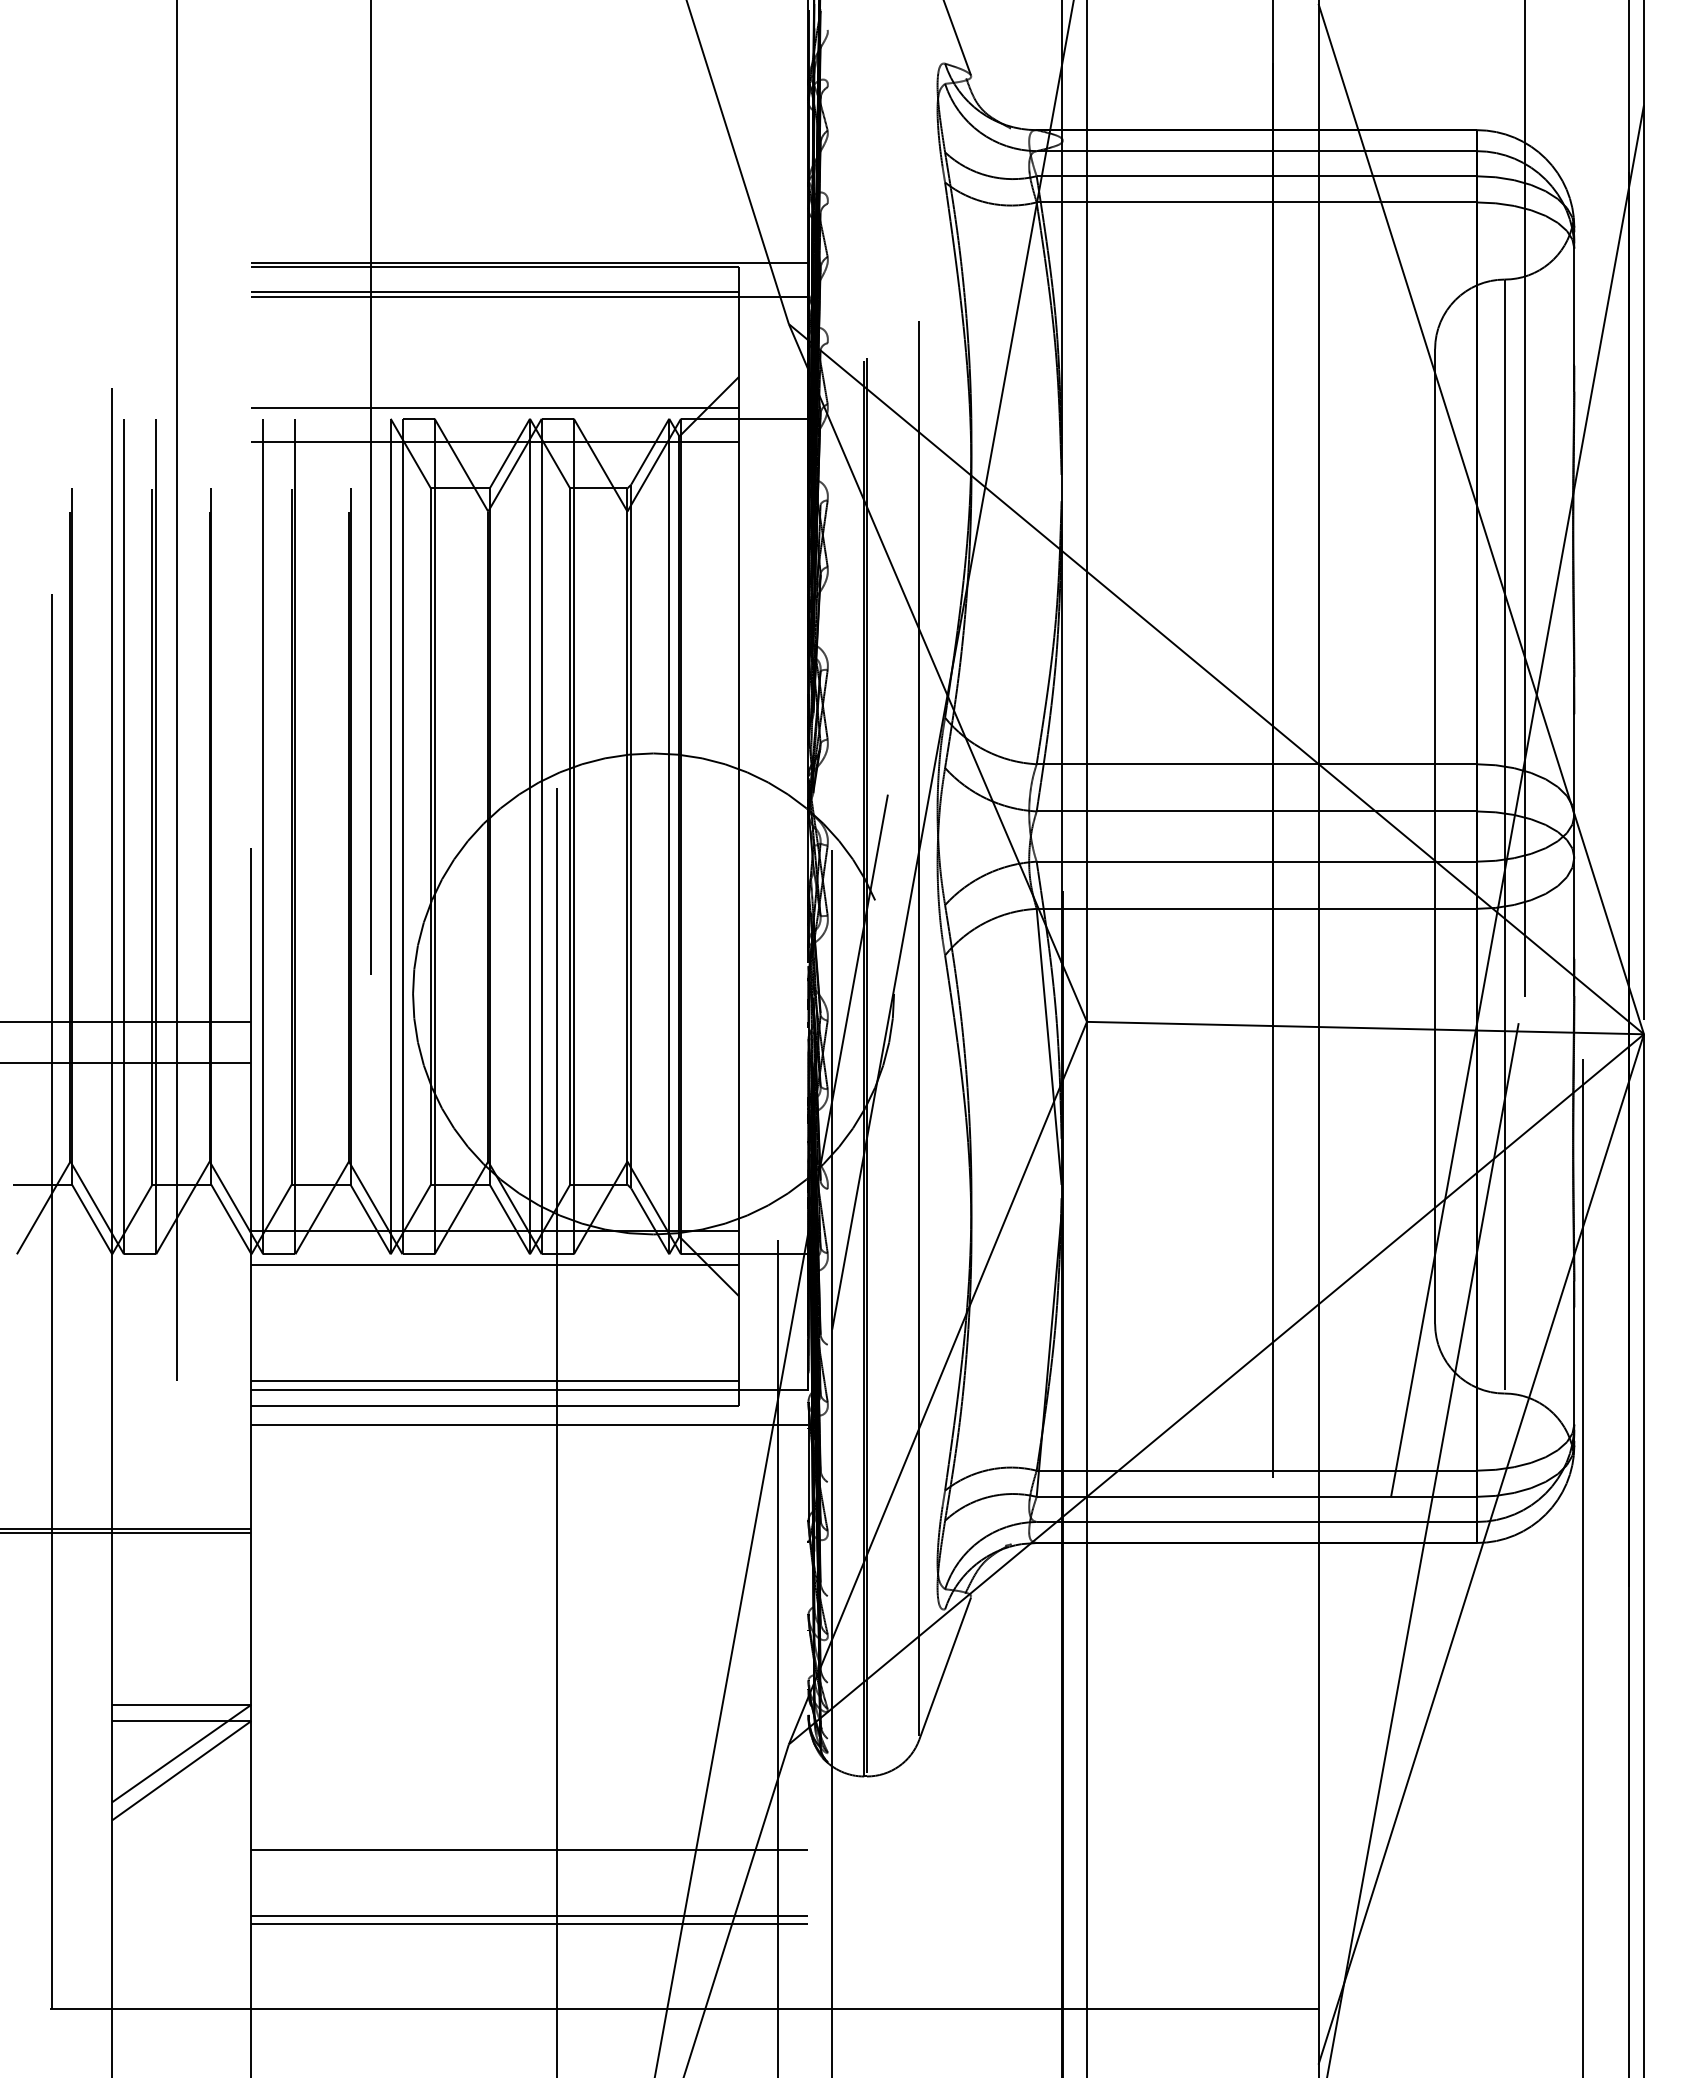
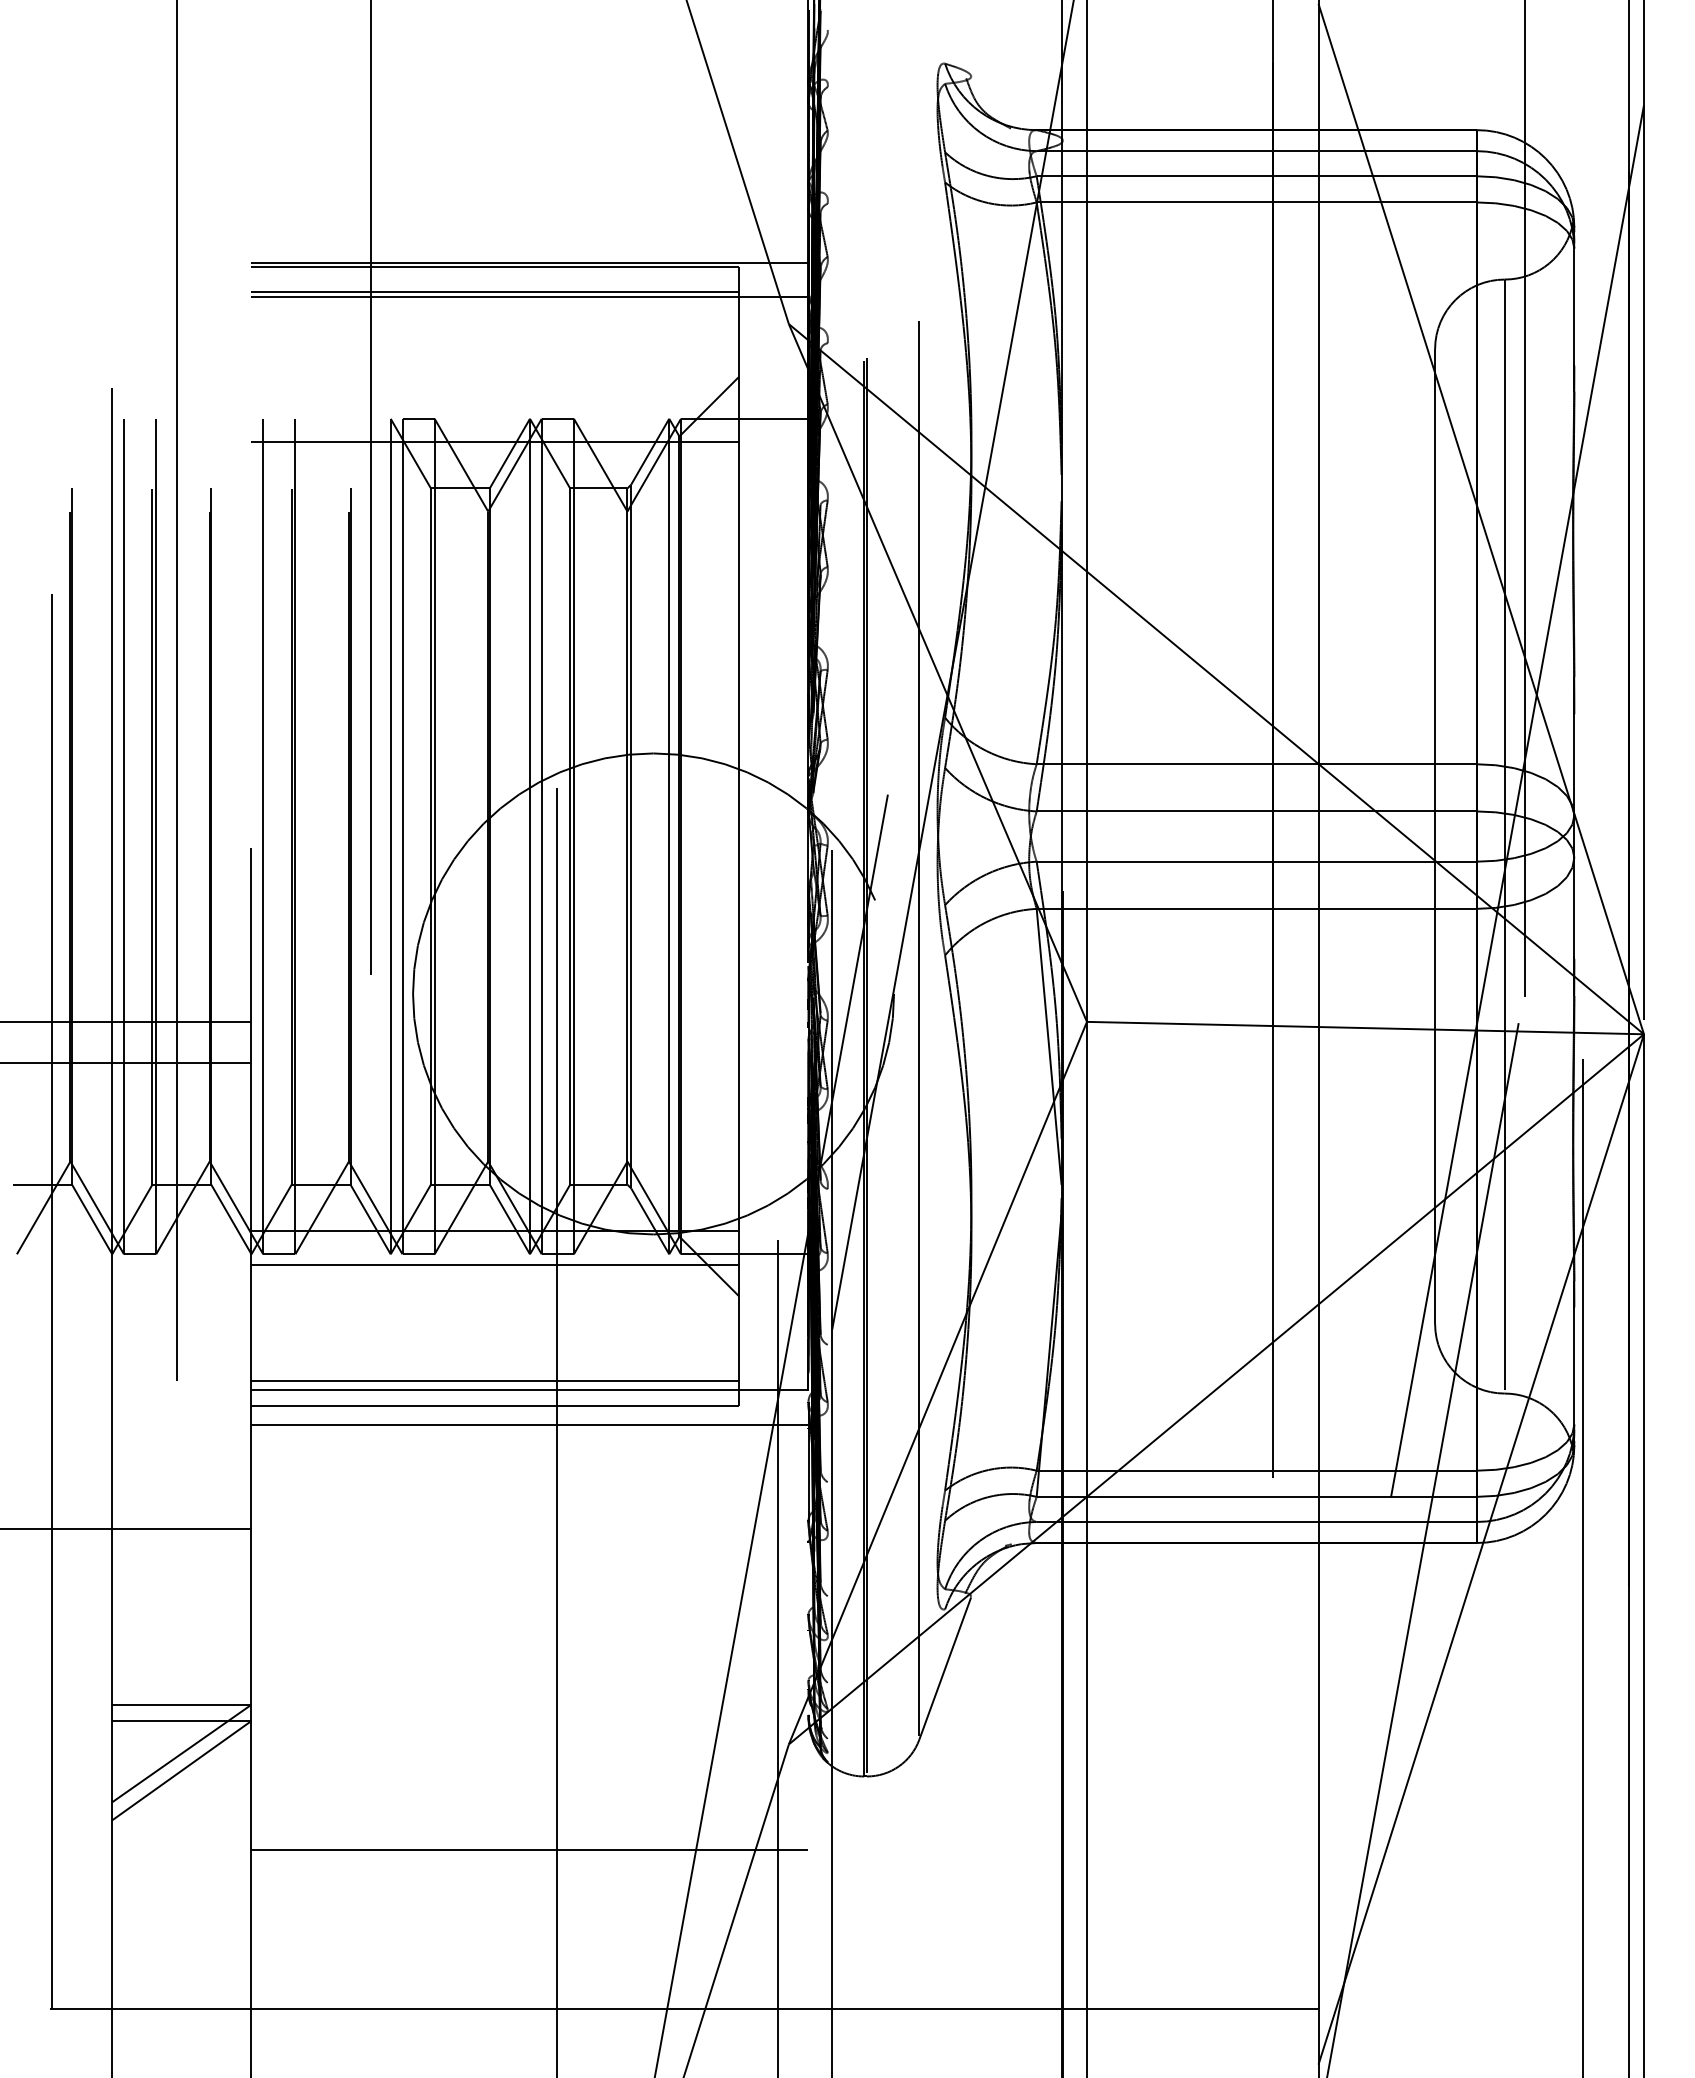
line at (957, 38): present -> none
line at (494, 407): present -> none
line at (126, 1532): present -> none
line at (529, 1915): present -> none
line at (529, 1924): present -> none
